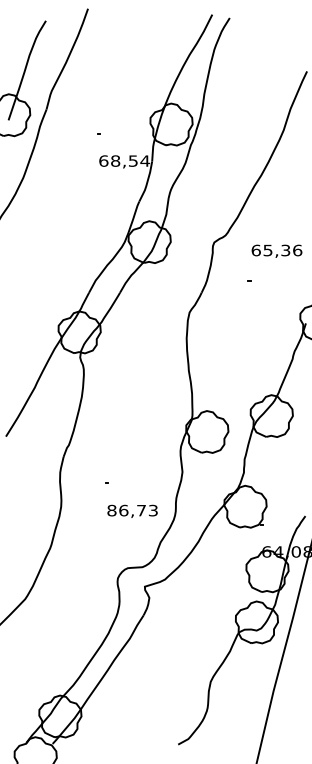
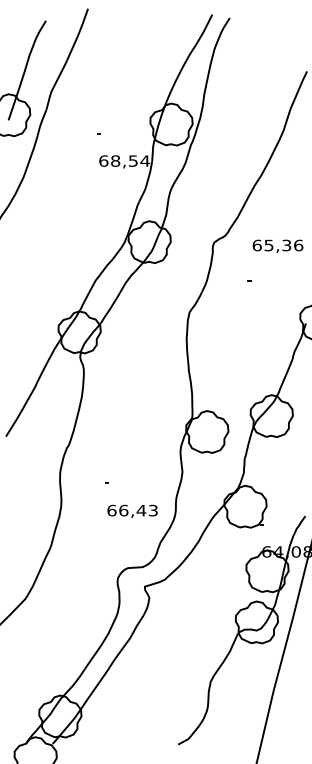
text at (276, 250) position: (276, 250) -> (277, 245)
text at (126, 510): 86,73 -> 66,43
